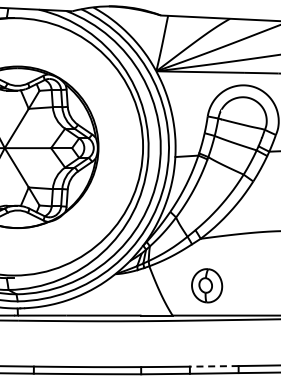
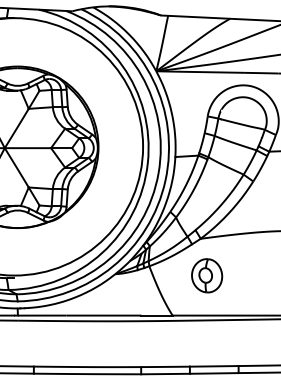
part at (207, 285) position: (207, 285) -> (207, 275)
line at (213, 366): dashed -> solid
